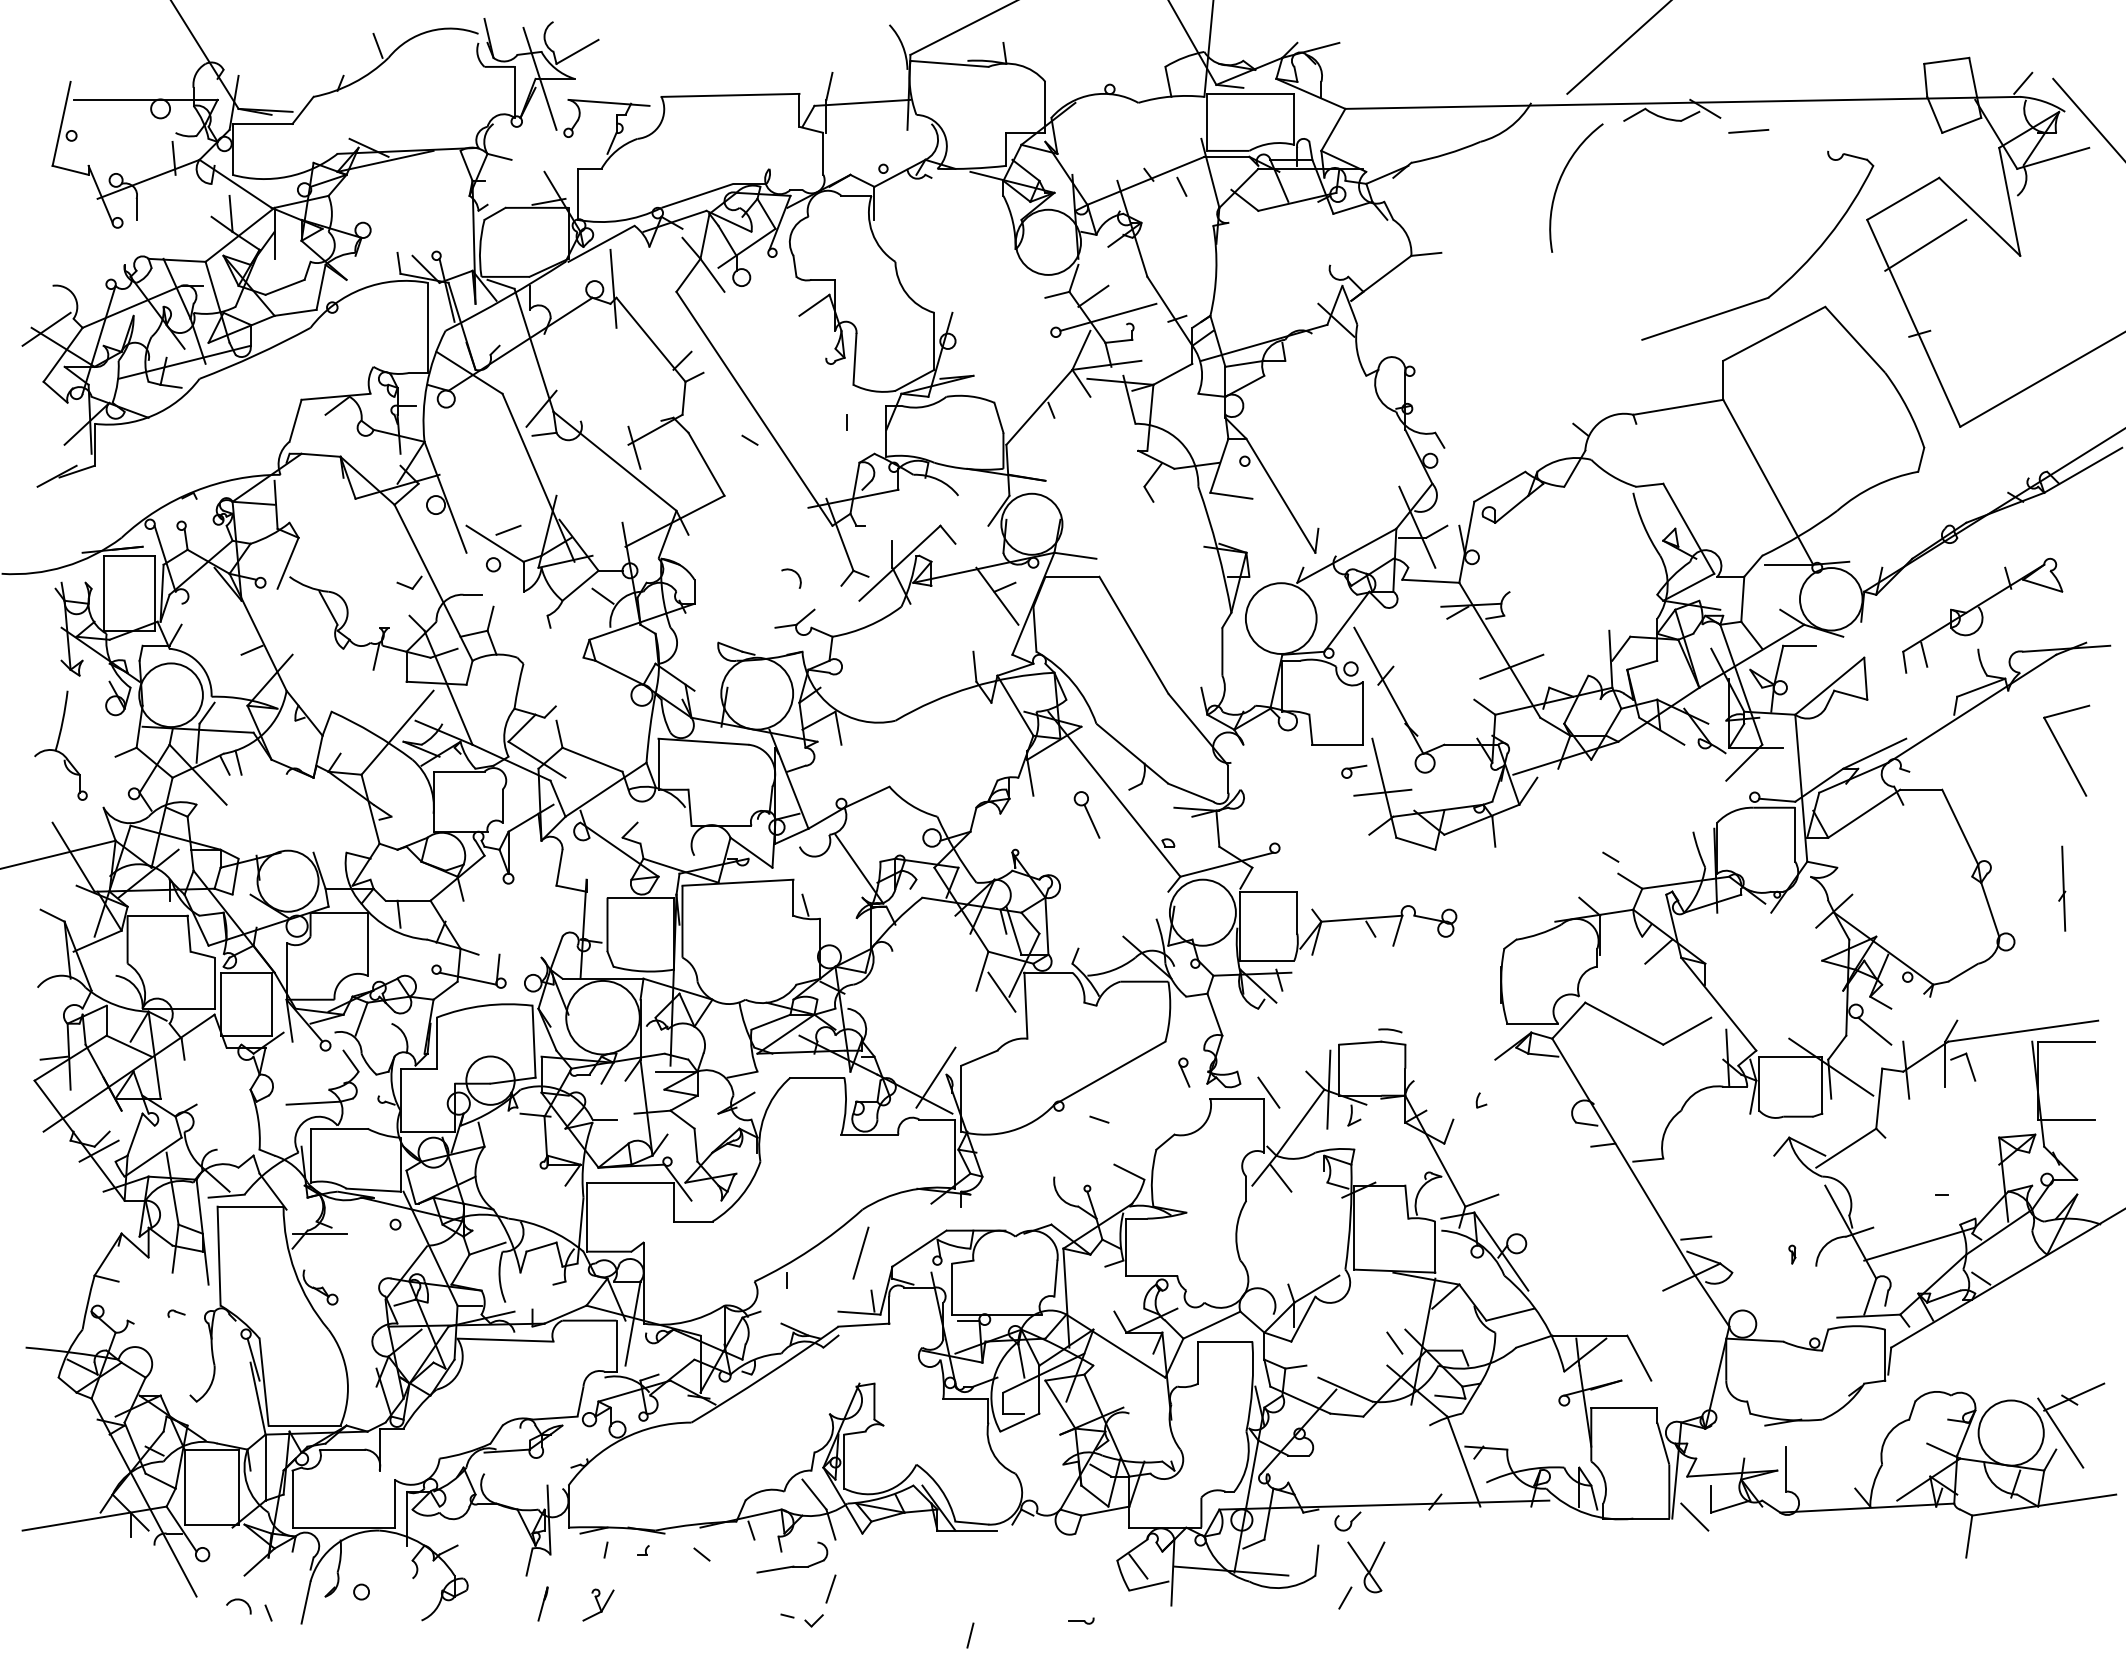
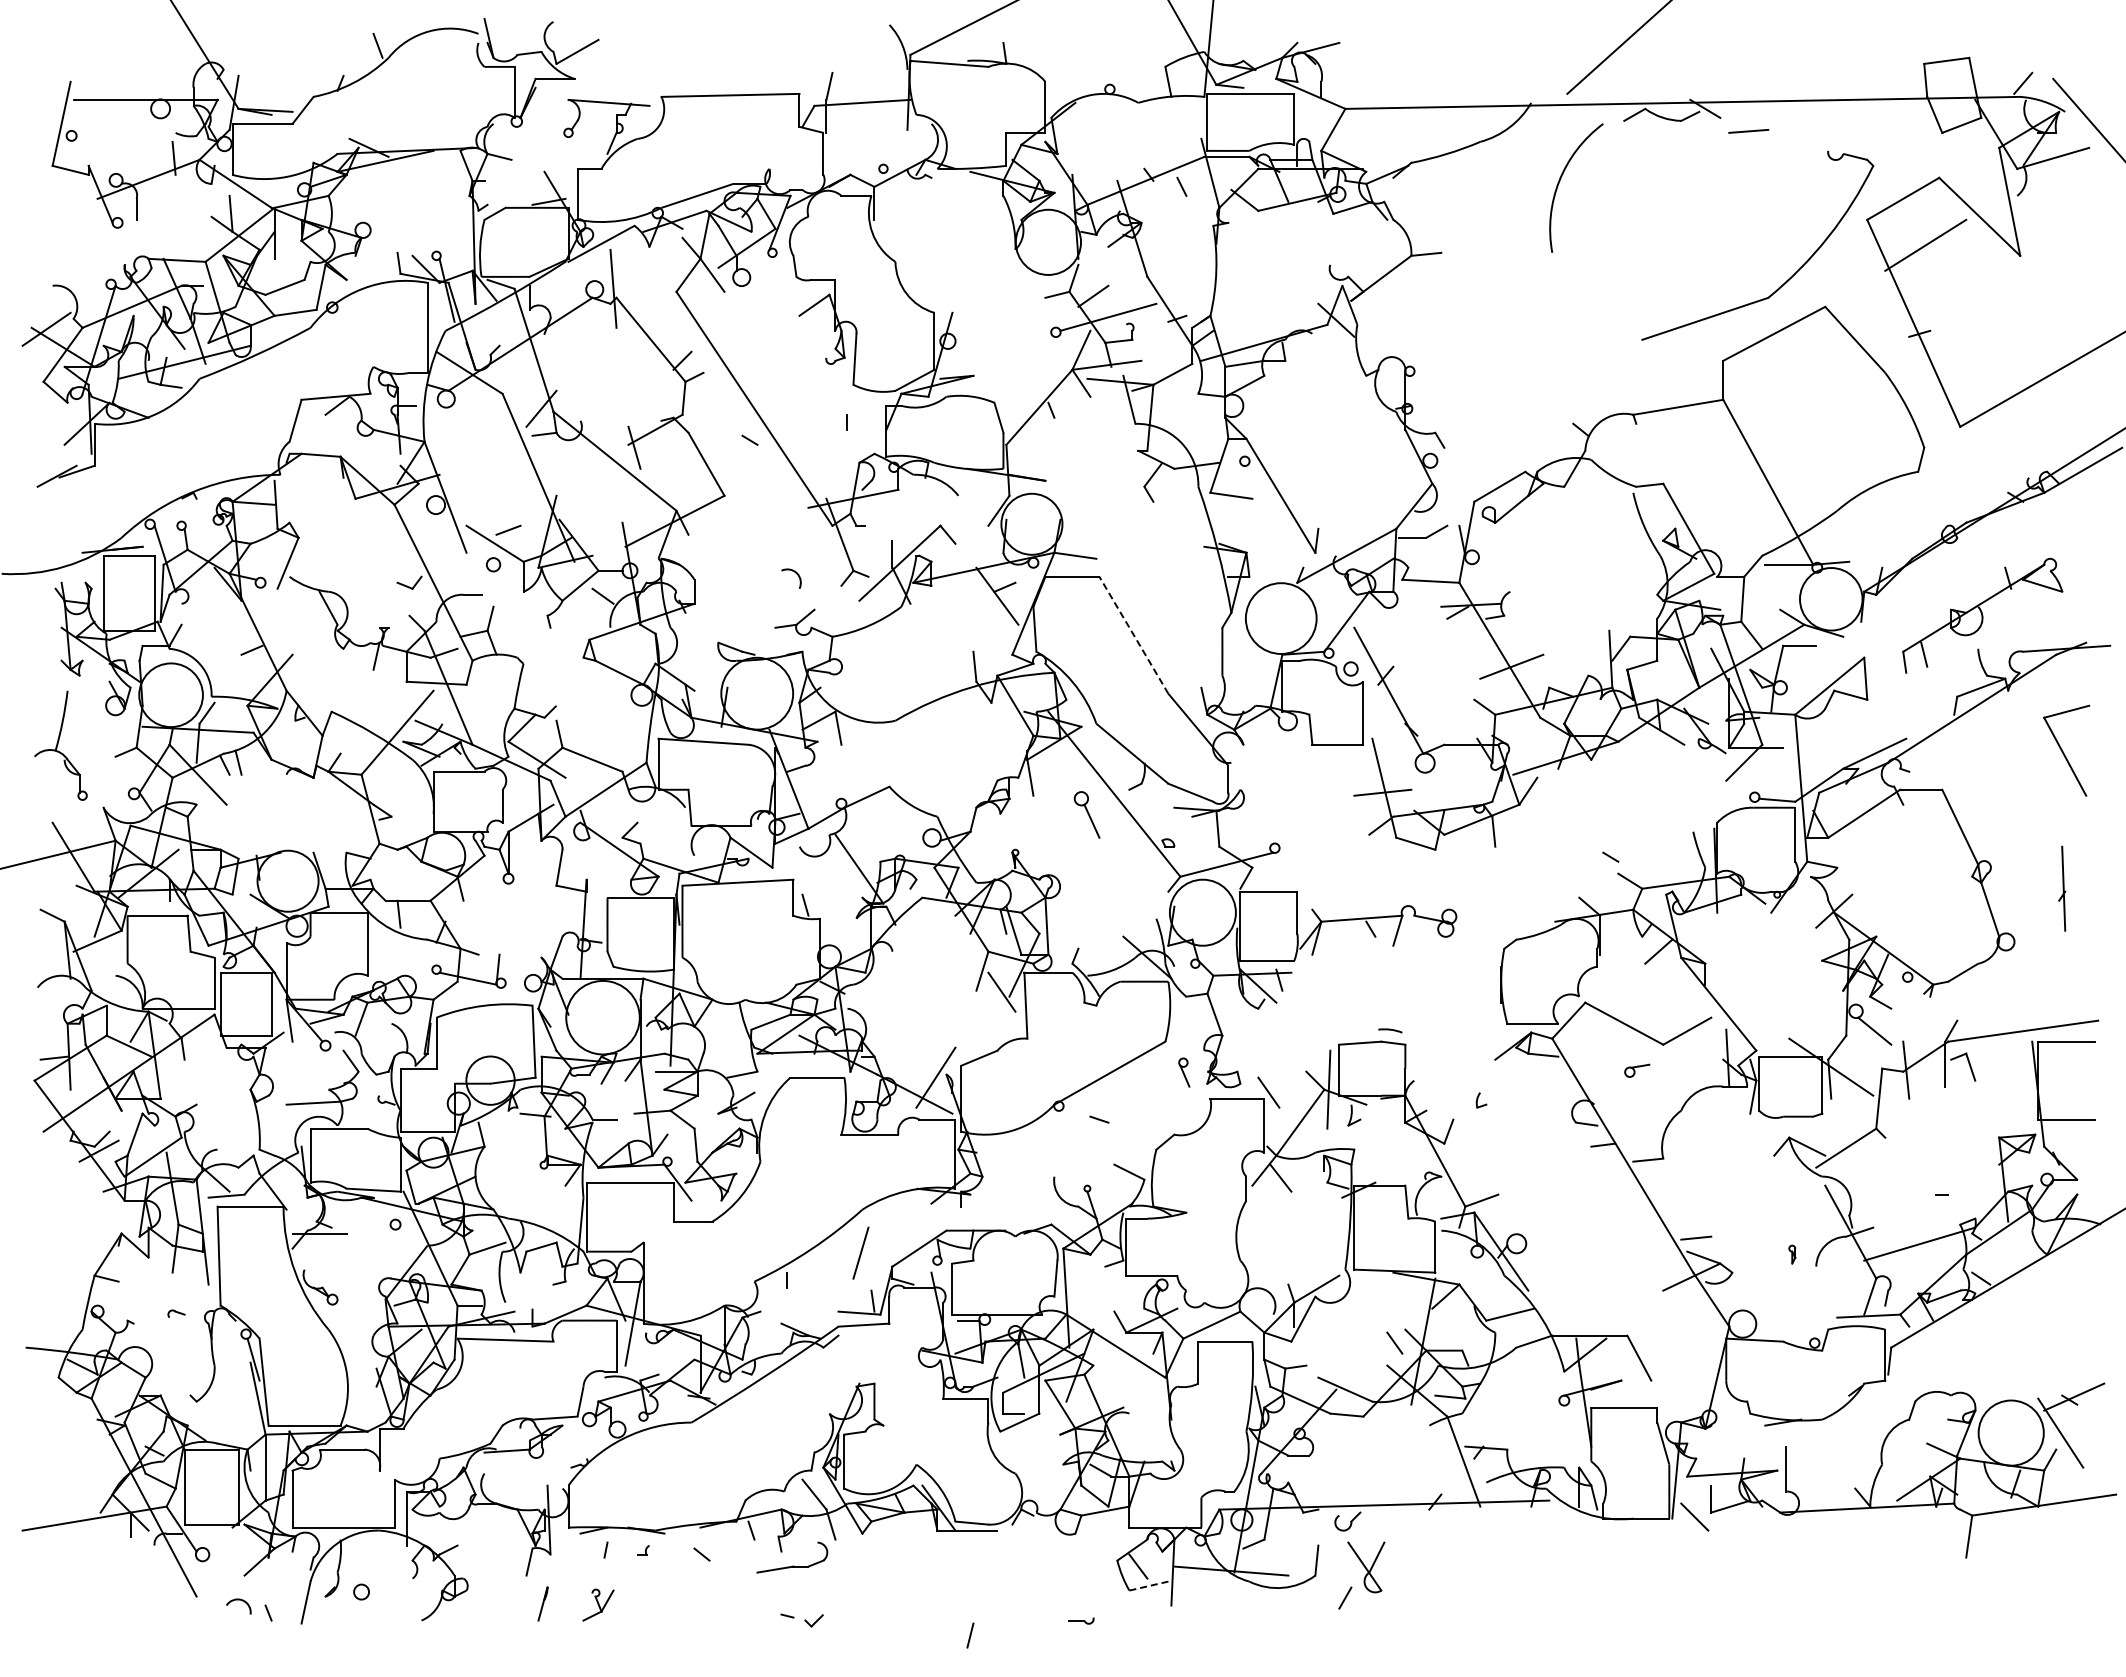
line at (539, 78): present -> none
line at (1417, 526): present -> none
line at (1133, 635): solid -> dashed
part at (1354, 771) position: (1354, 771) -> (1637, 1070)
line at (1148, 1586): solid -> dashed
line at (830, 1588): present -> none
